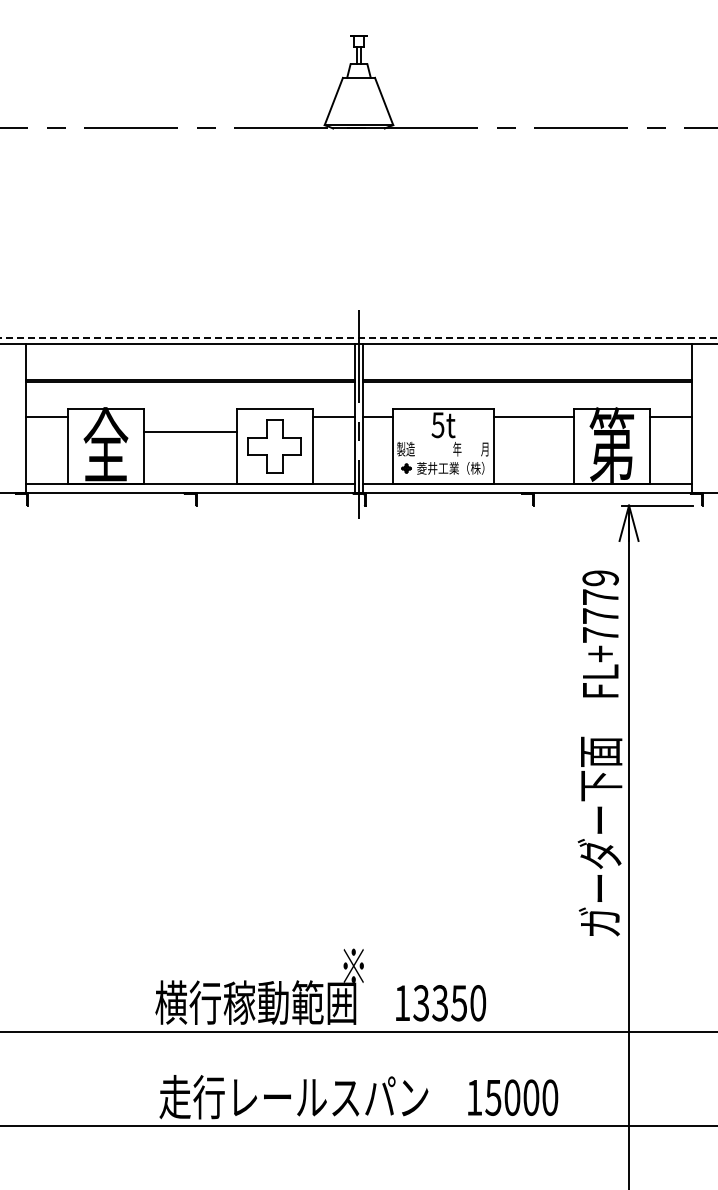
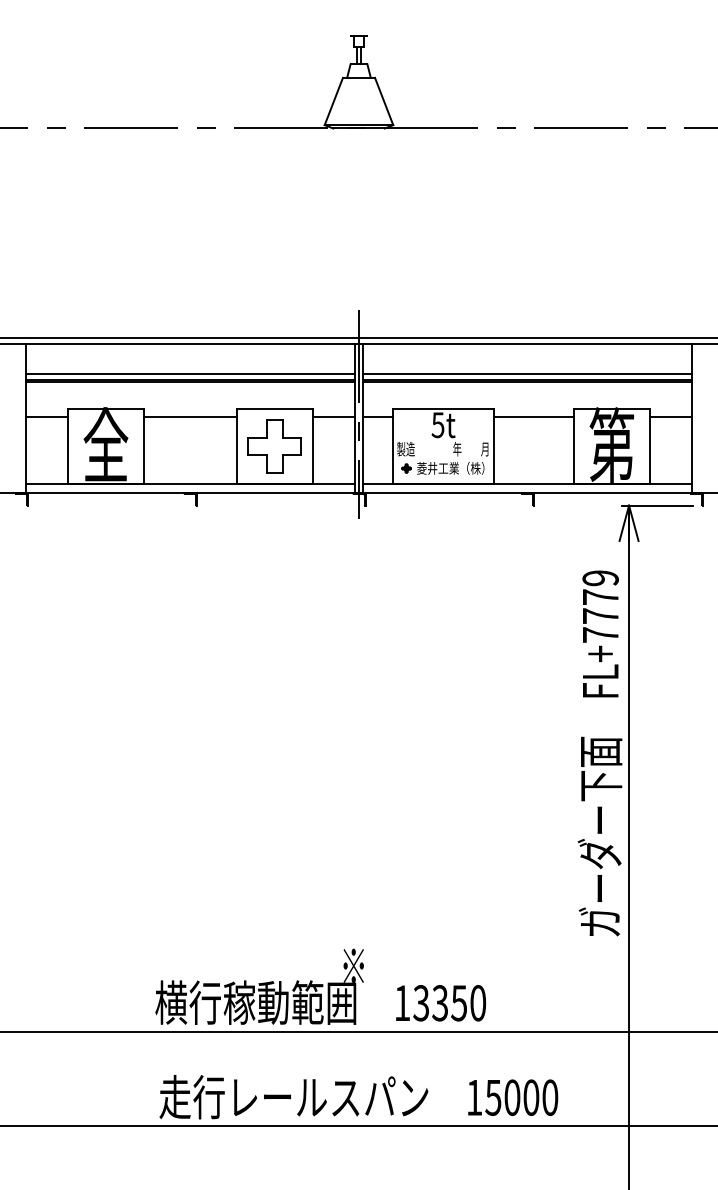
line at (359, 338): dashed -> solid
line at (189, 373): none -> present
line at (527, 373): none -> present
line at (189, 432) position: (189, 432) -> (189, 417)
